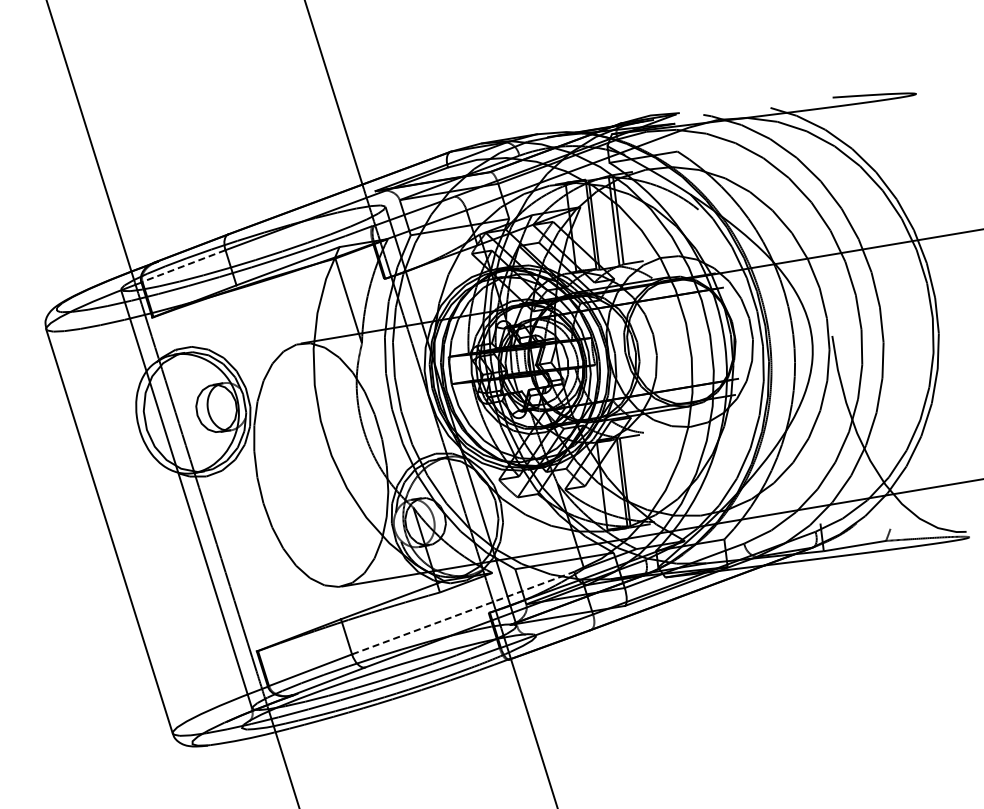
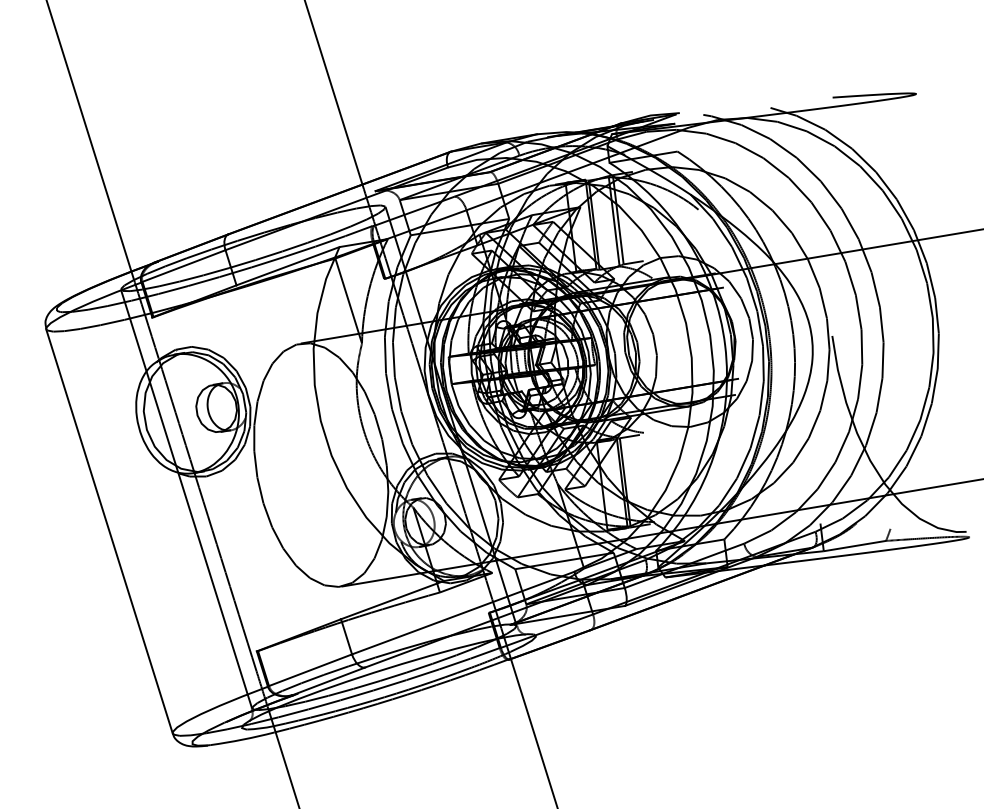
line at (182, 266): dashed -> solid
line at (463, 613): dashed -> solid
